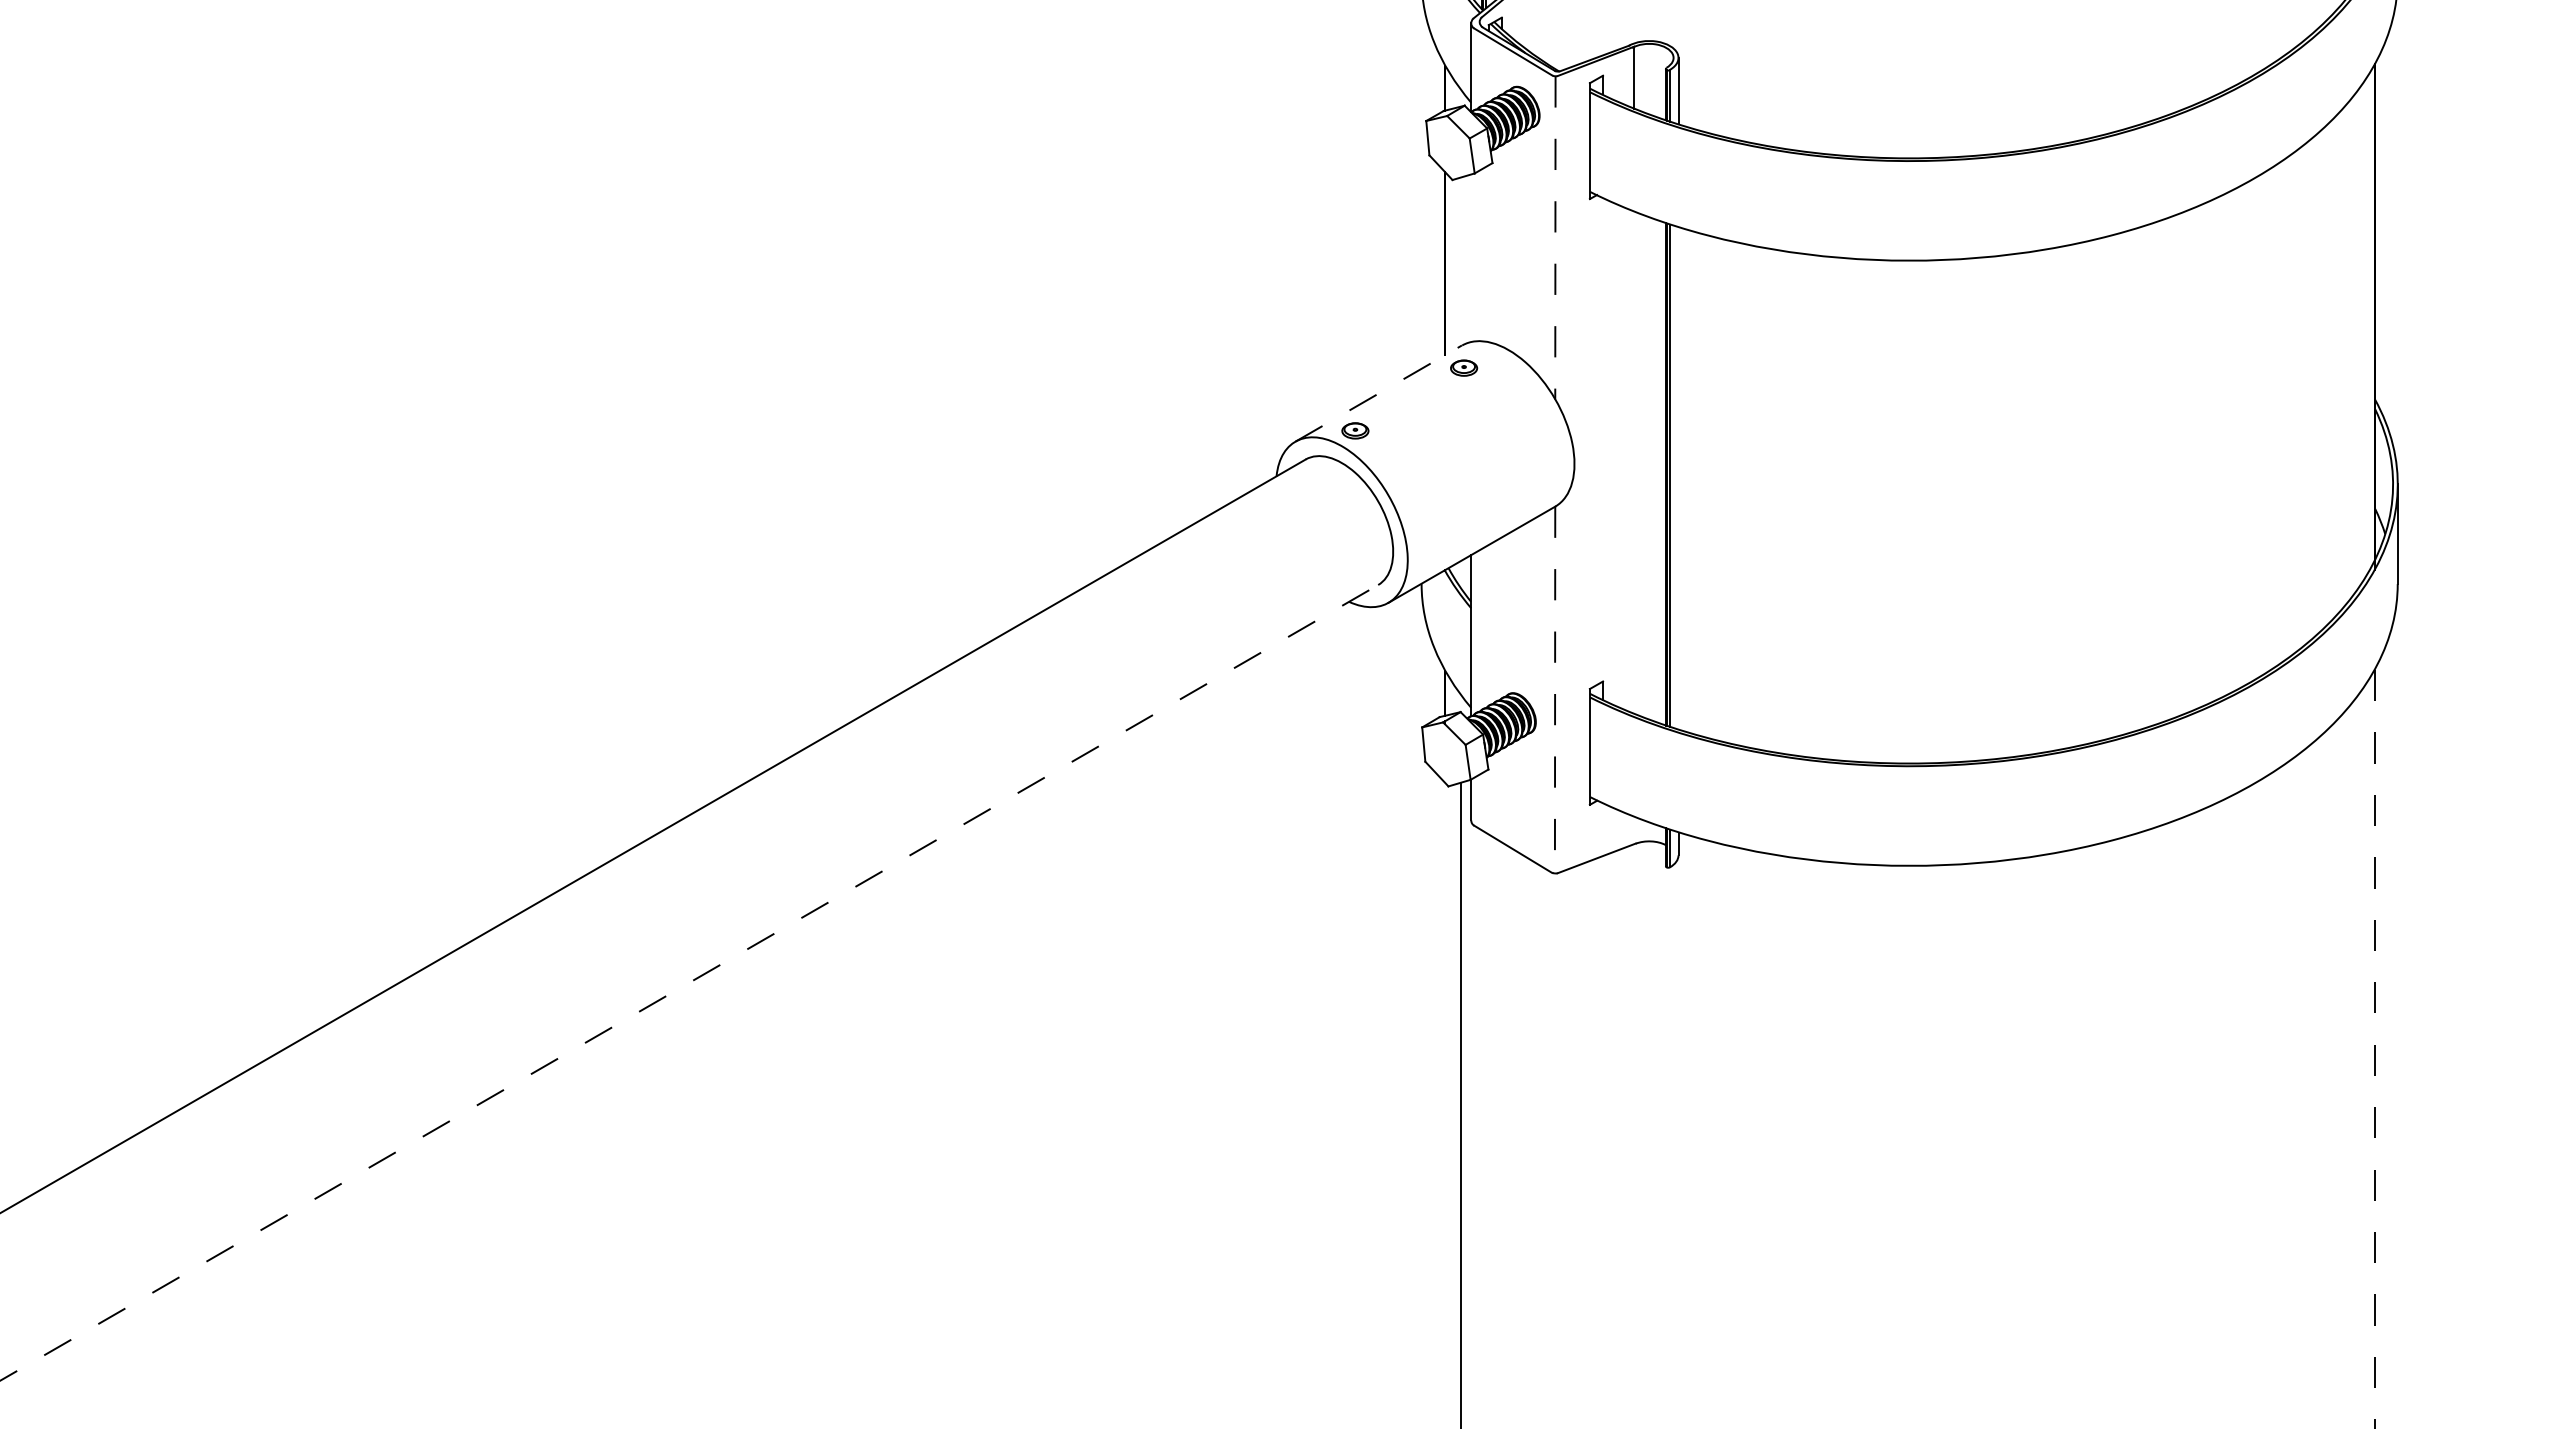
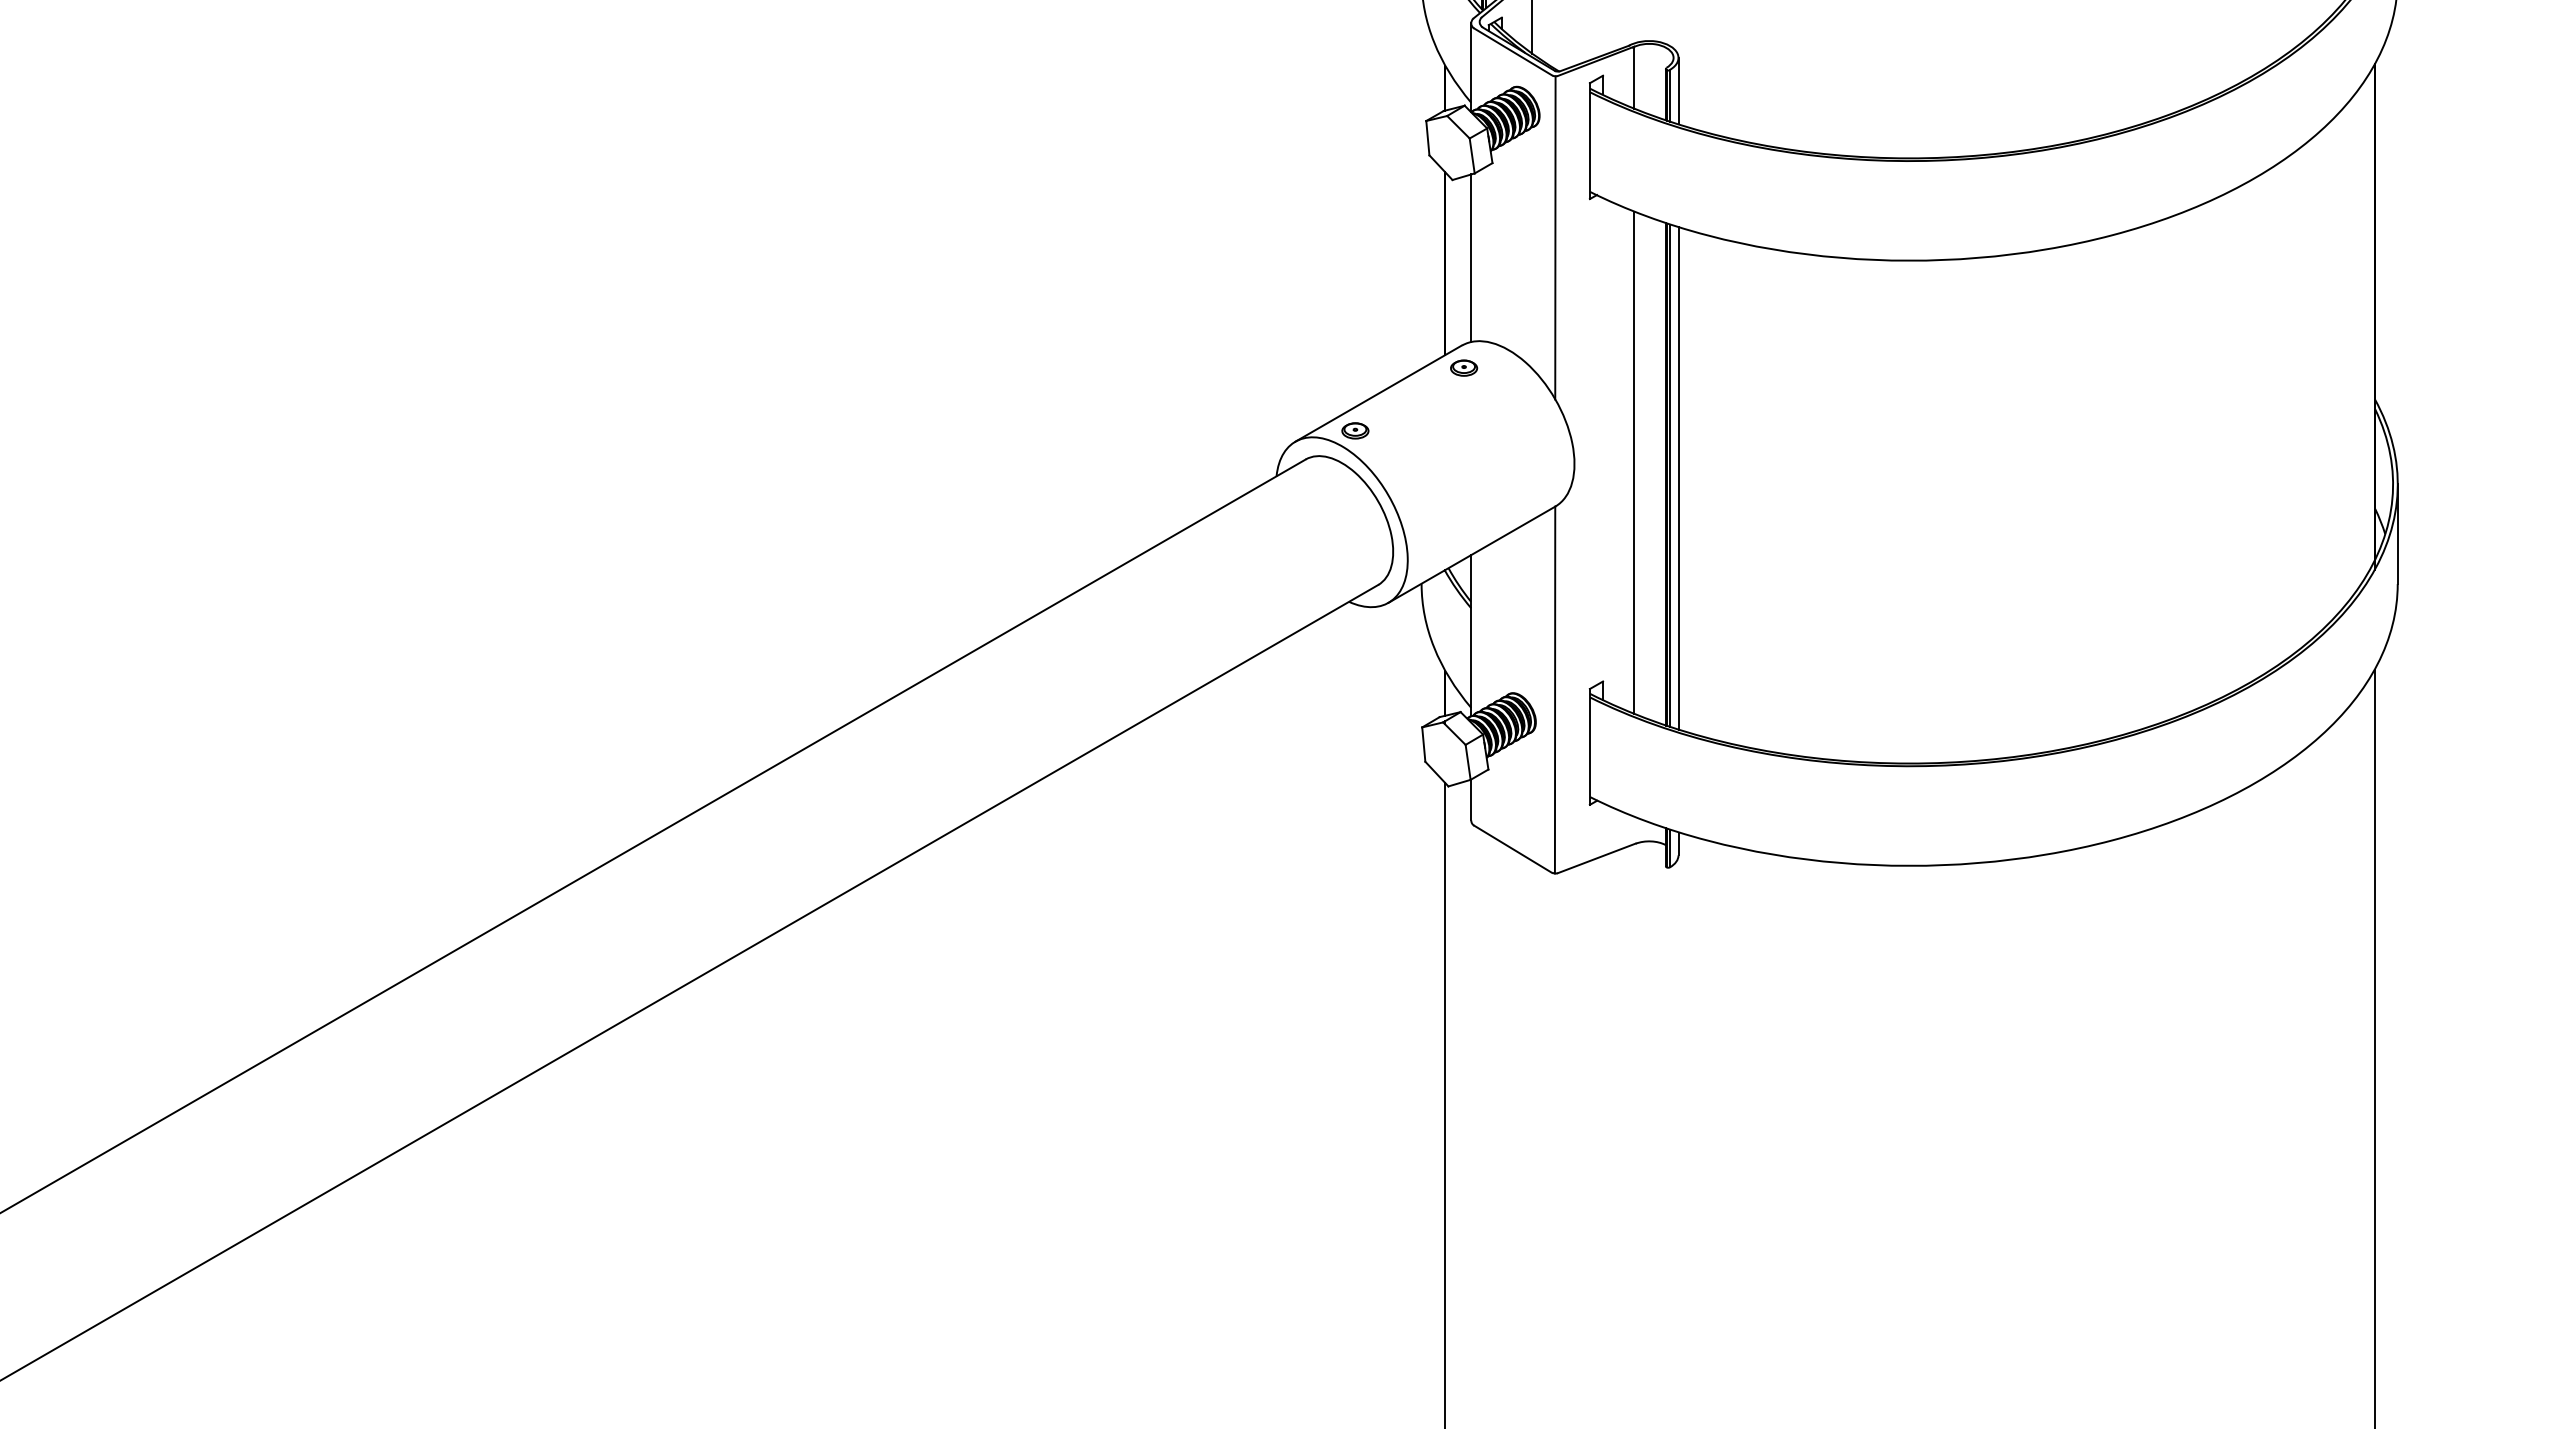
line at (1532, 27): none -> present
line at (1555, 237): dashed -> solid
line at (1471, 257): none -> present
line at (1379, 393): dashed -> solid
line at (1634, 462): none -> present
line at (1678, 478): none -> present
line at (1555, 690): dashed -> solid
line at (689, 982): dashed -> solid
line at (2374, 1049): dashed -> solid
line at (1461, 1103) position: (1461, 1103) -> (1445, 1103)
